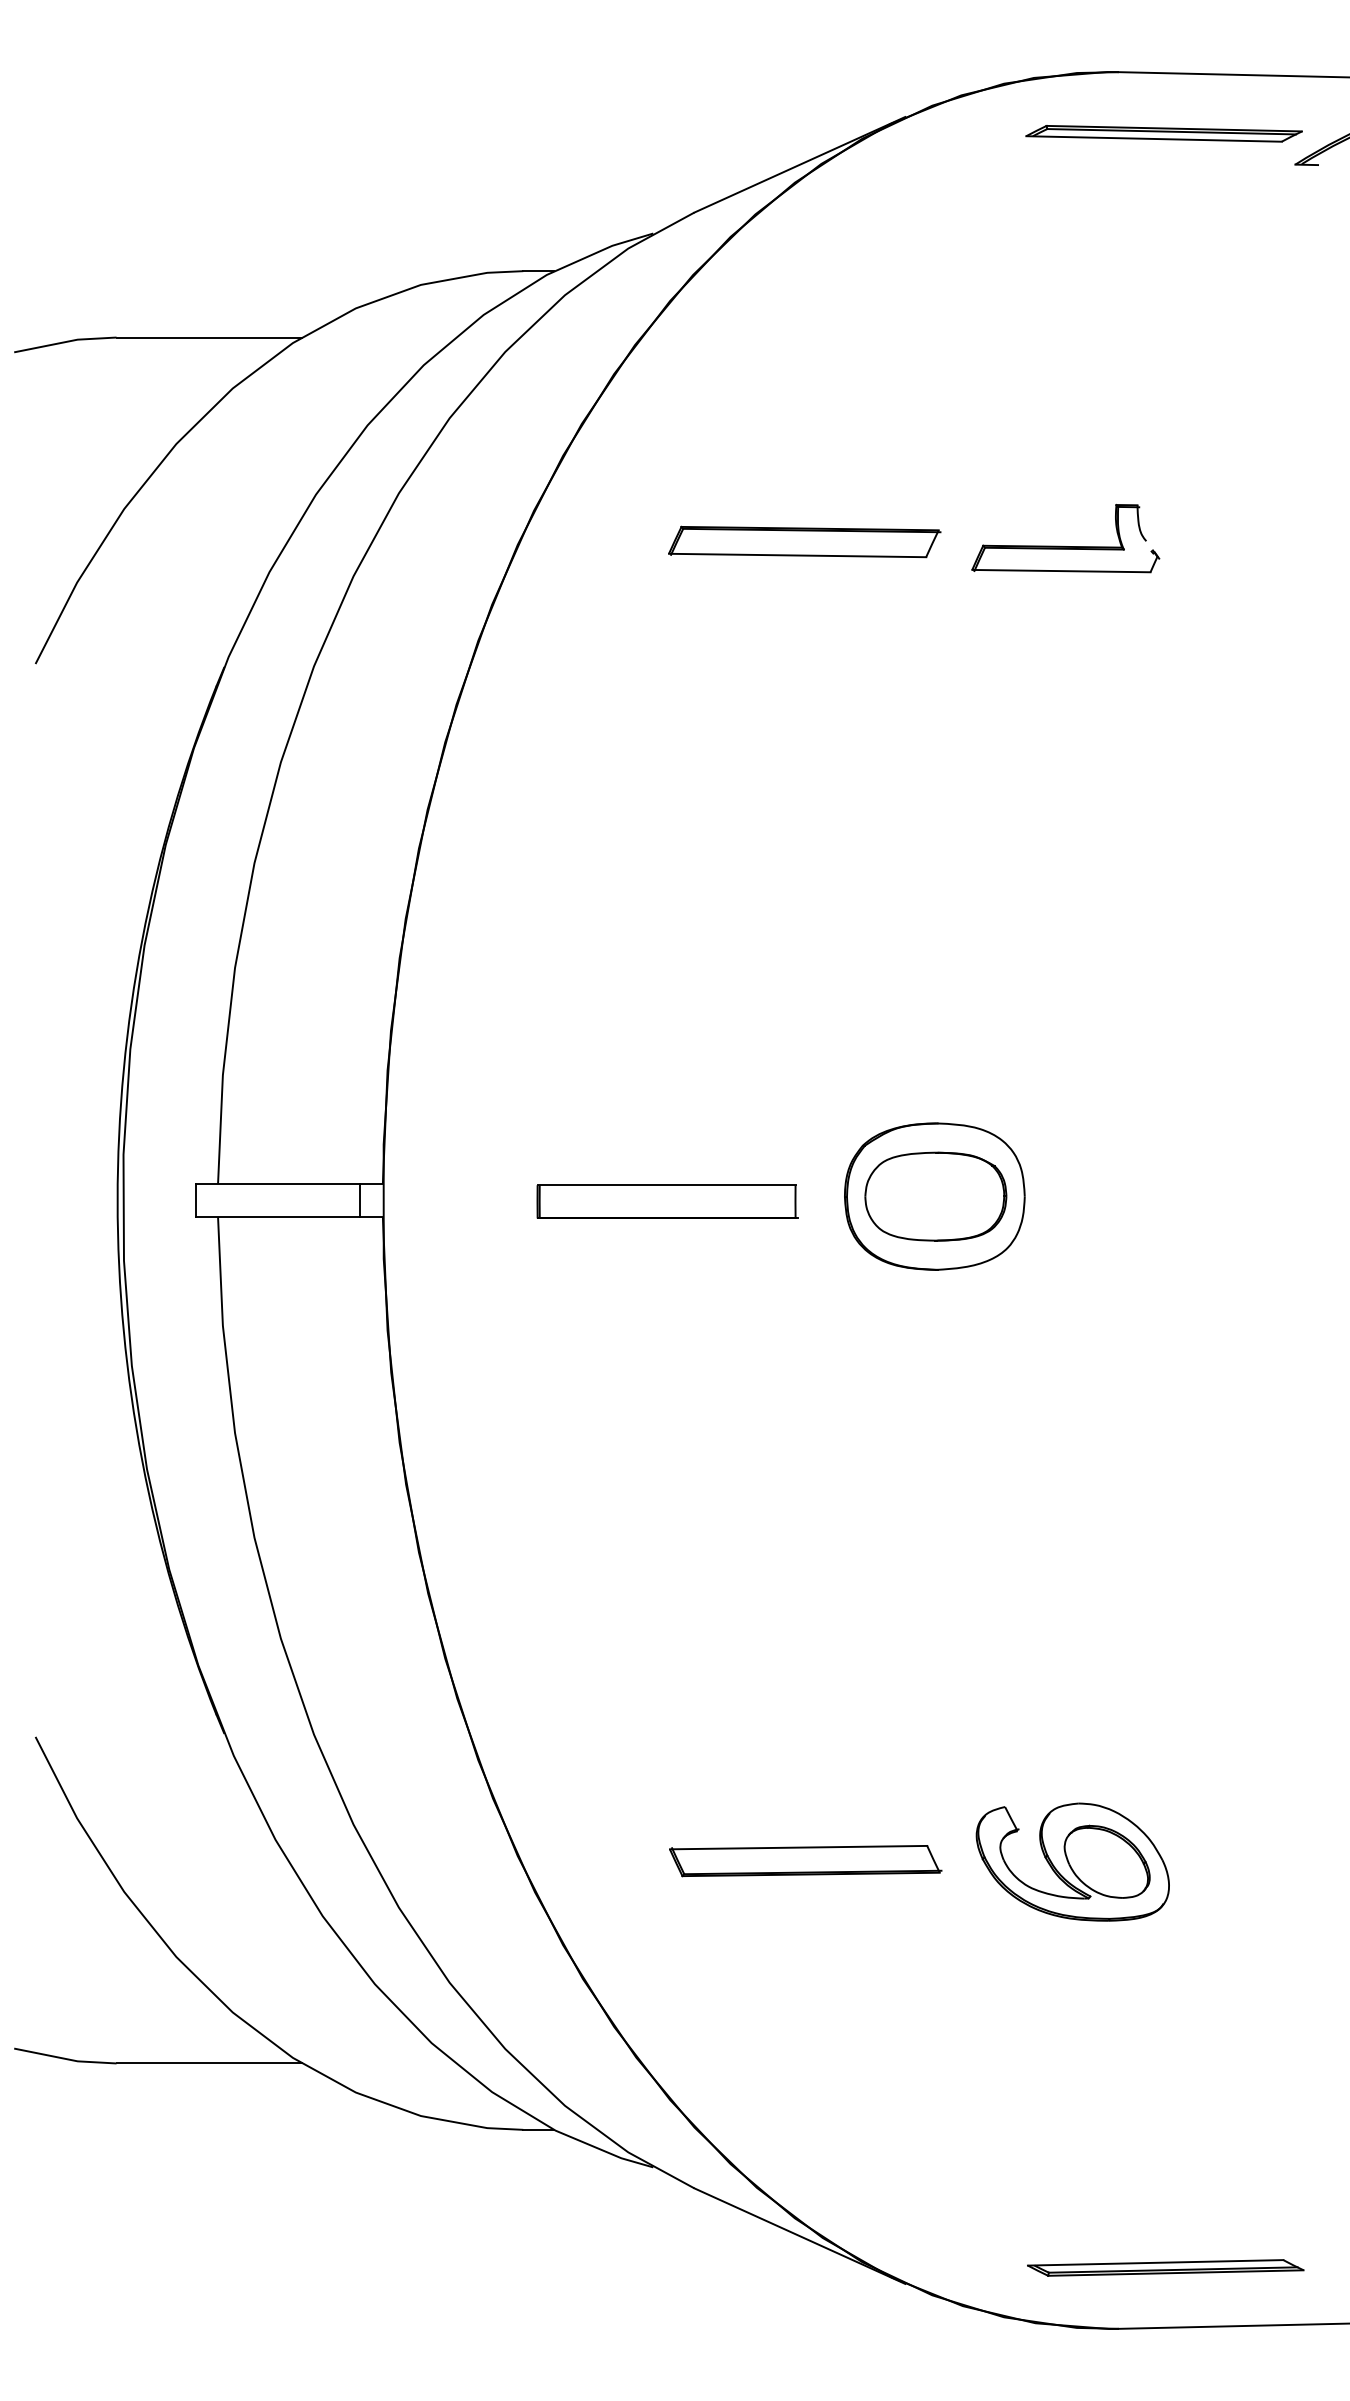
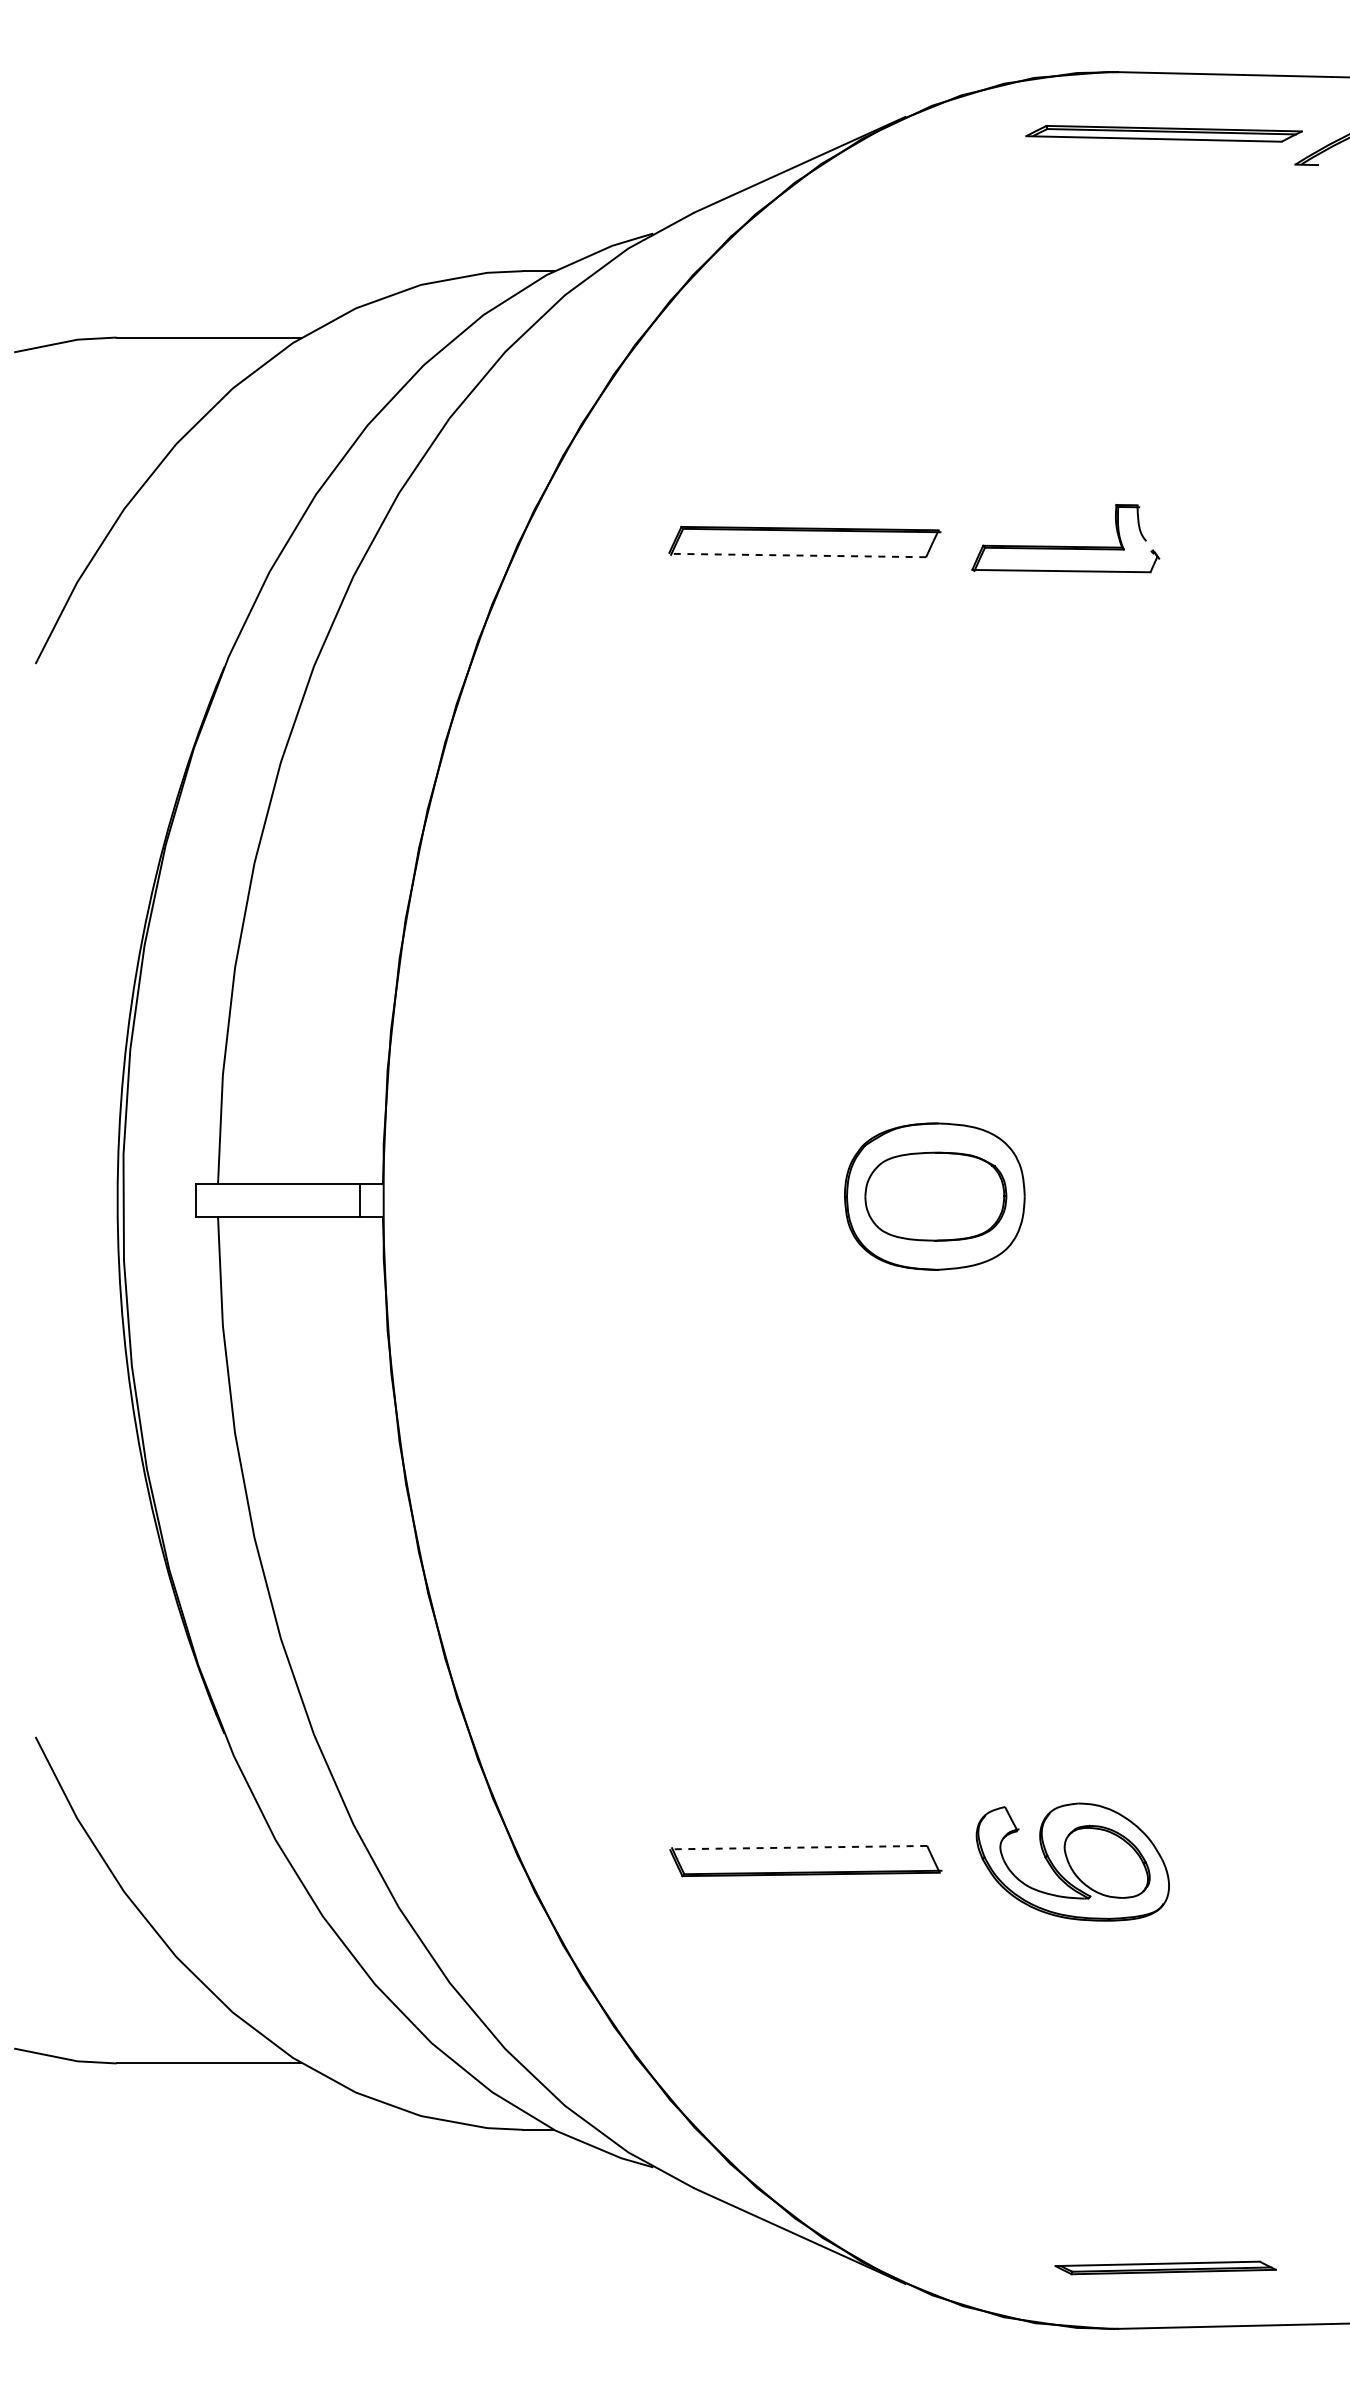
line at (797, 555): solid -> dashed
part at (667, 1201): present -> none
line at (798, 1847): solid -> dashed
part at (1165, 2267) size: 278x18 px -> 223x16 px
